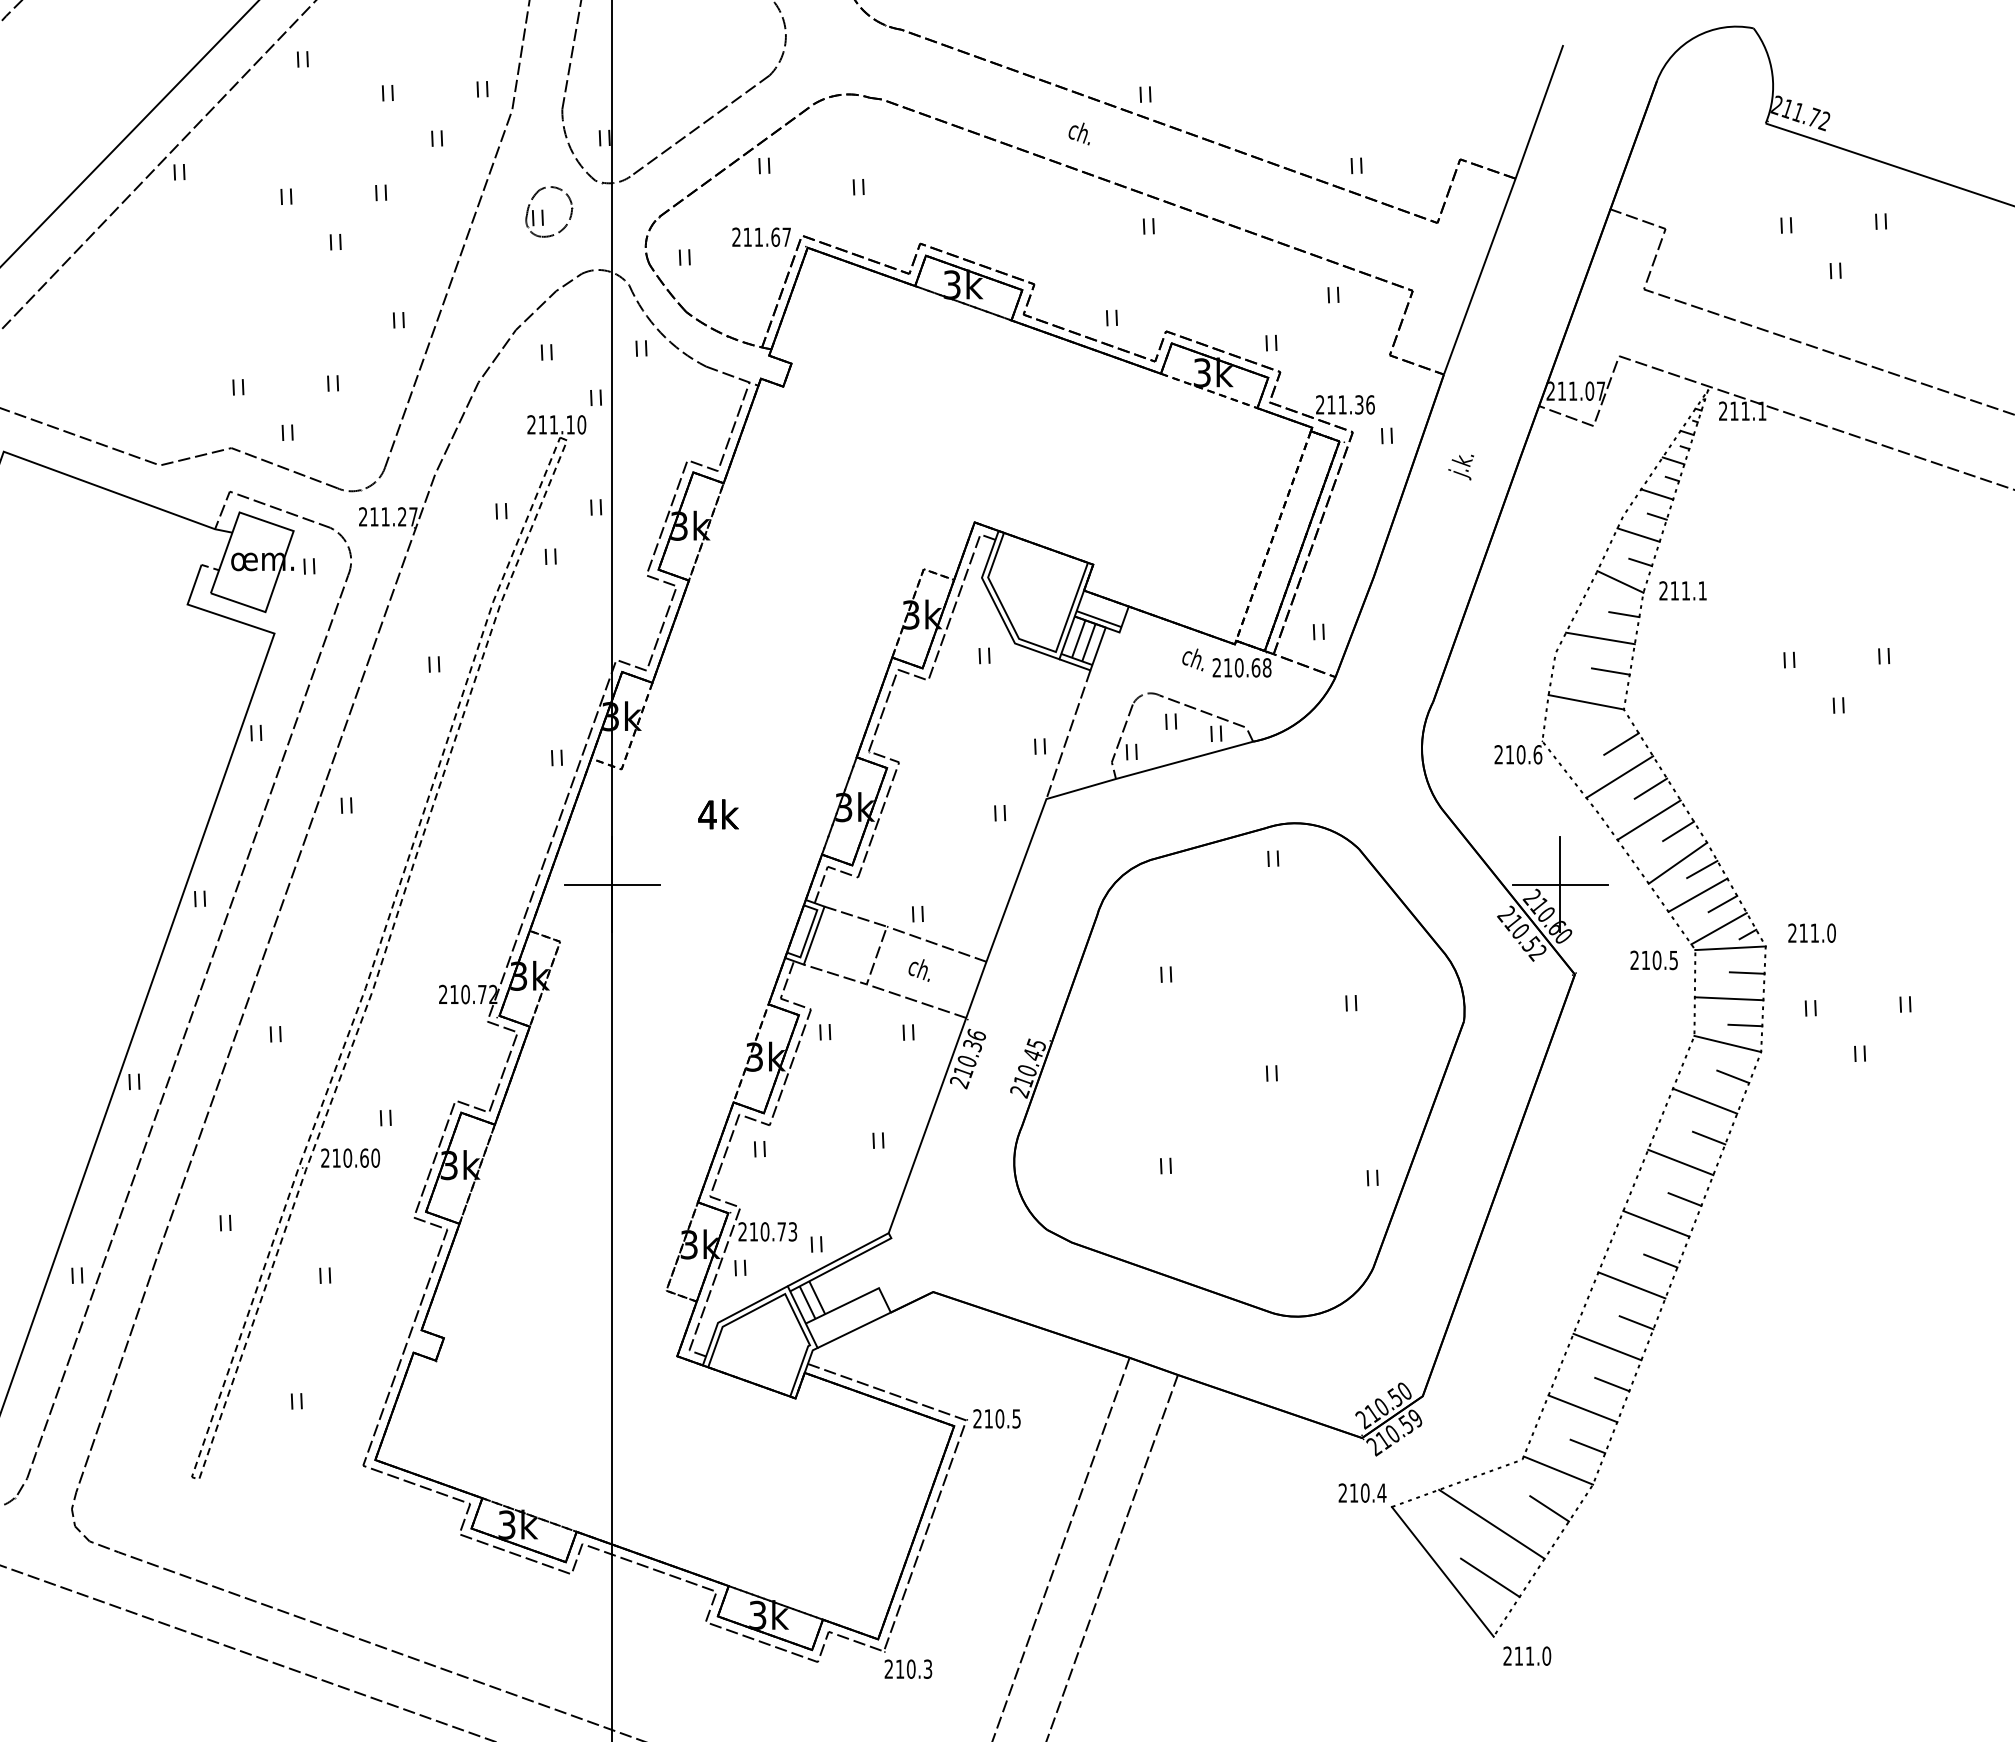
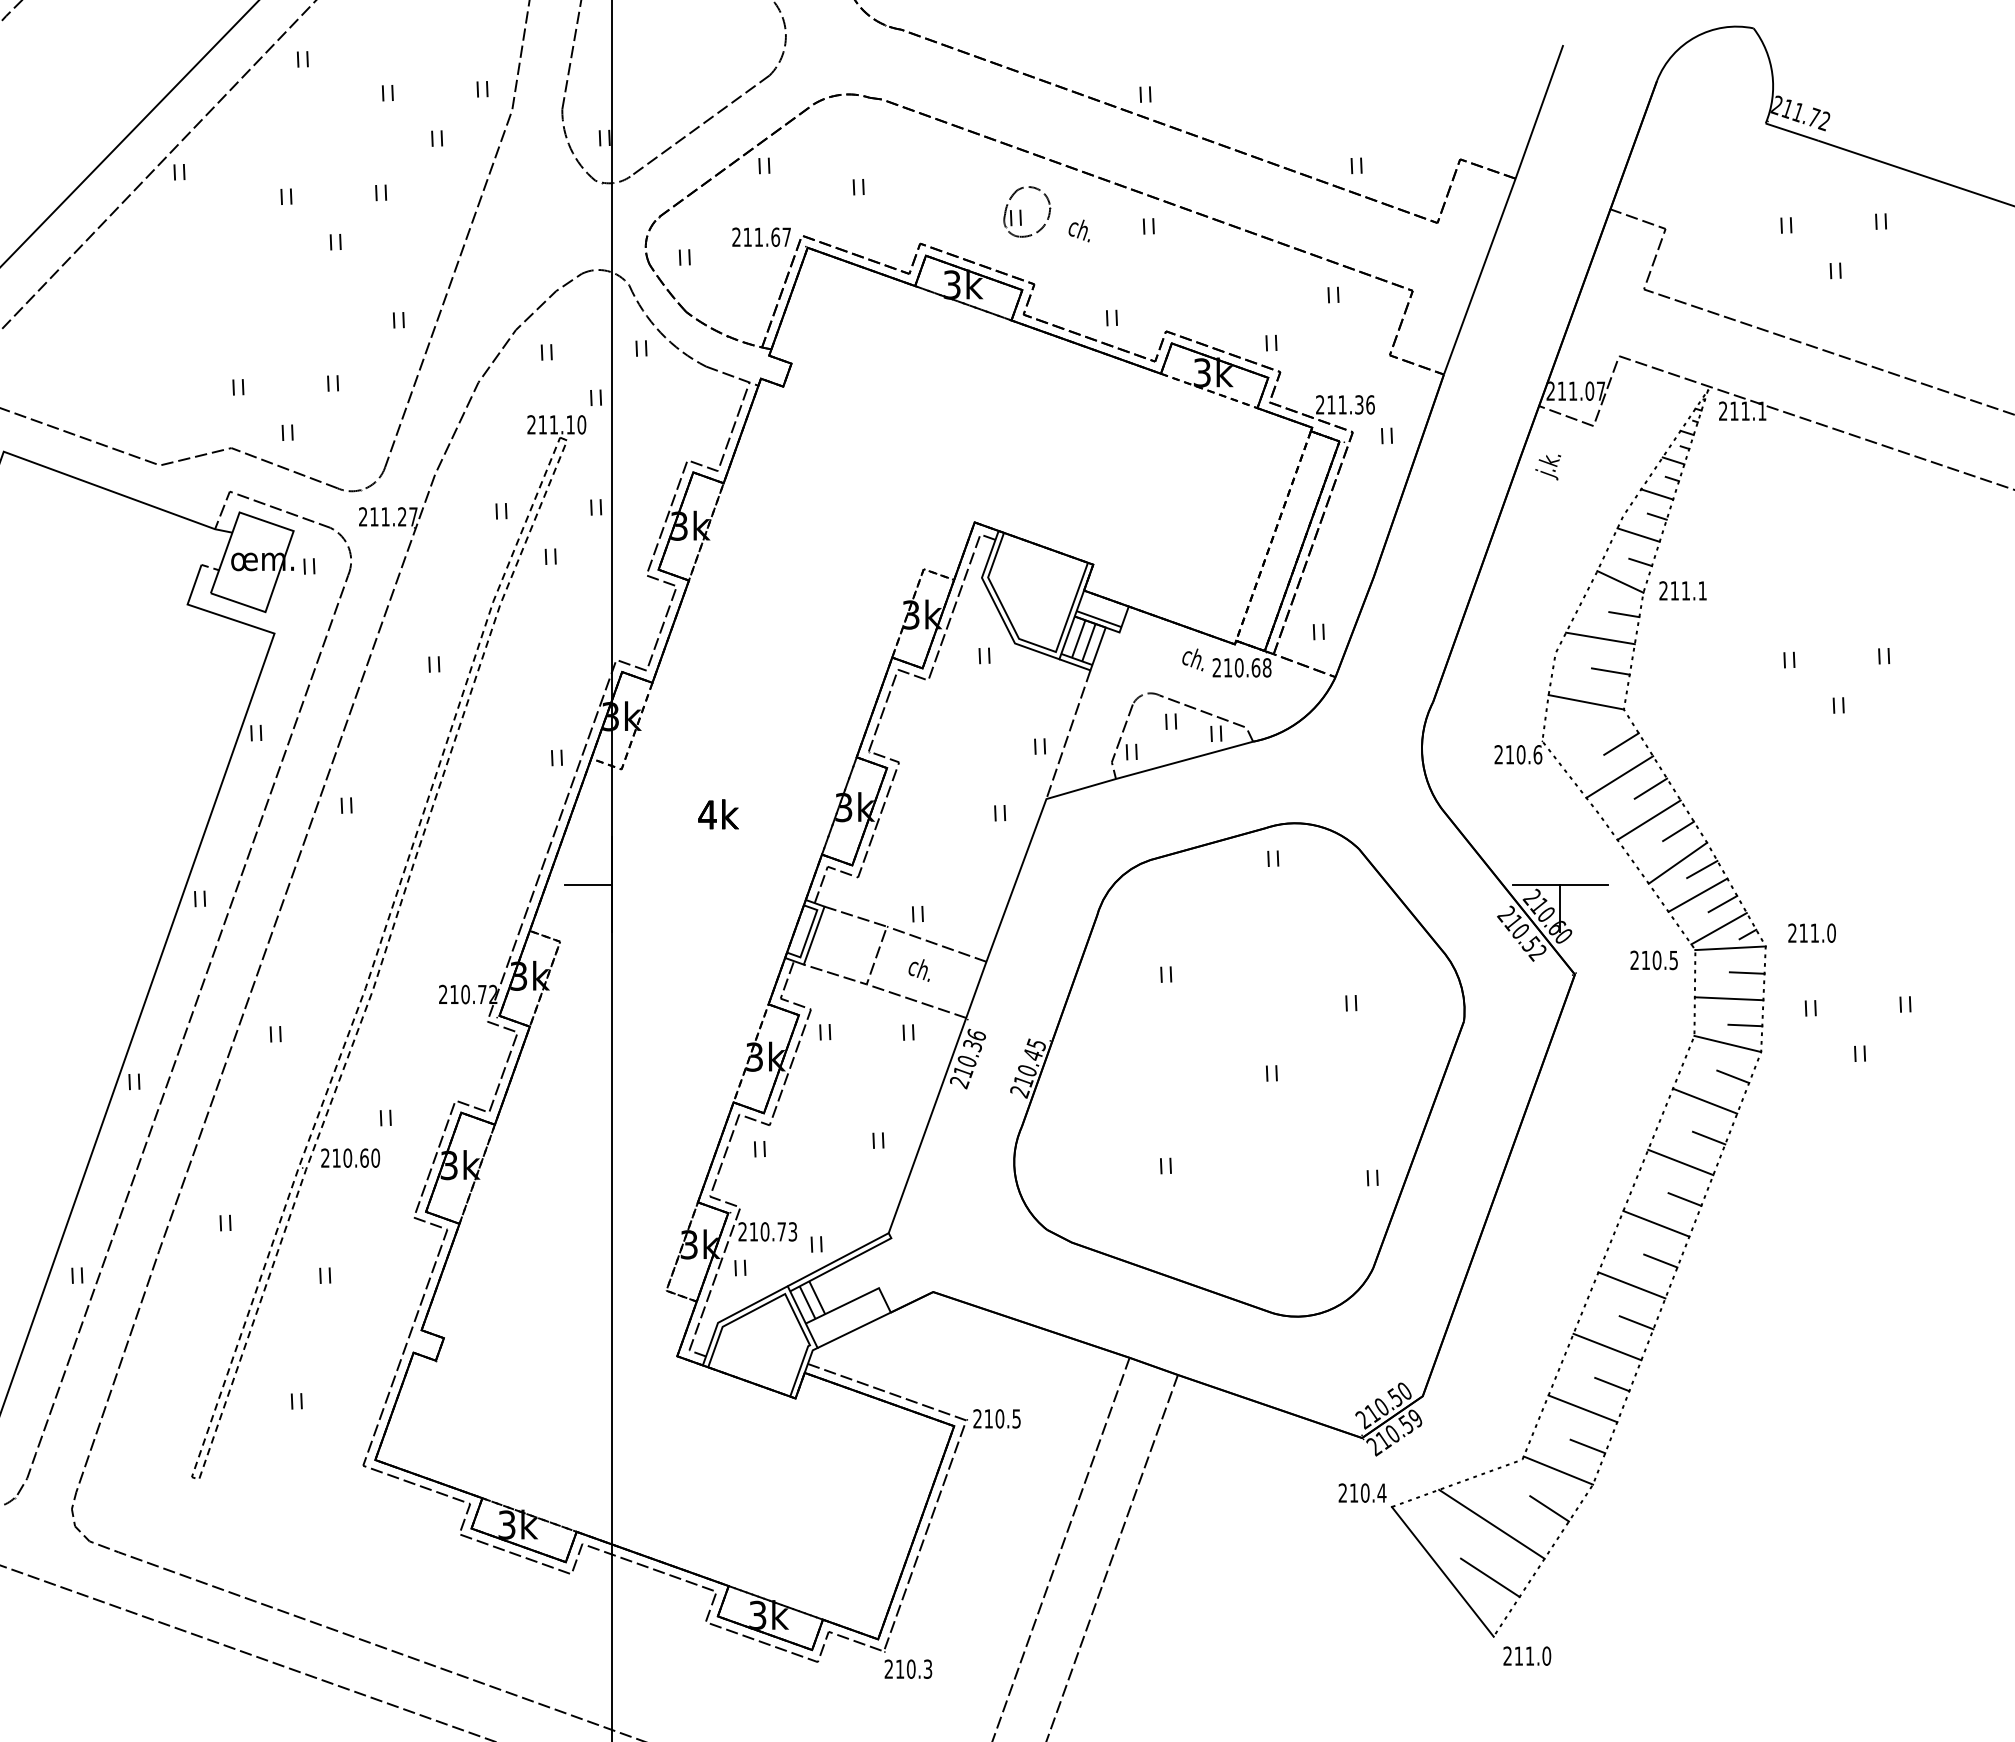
text at (1078, 133) position: (1078, 133) -> (1078, 230)
part at (549, 211) position: (549, 211) -> (1027, 211)
text at (1460, 467) position: (1460, 467) -> (1547, 467)
line at (1560, 860): present -> none
line at (635, 884): present -> none
